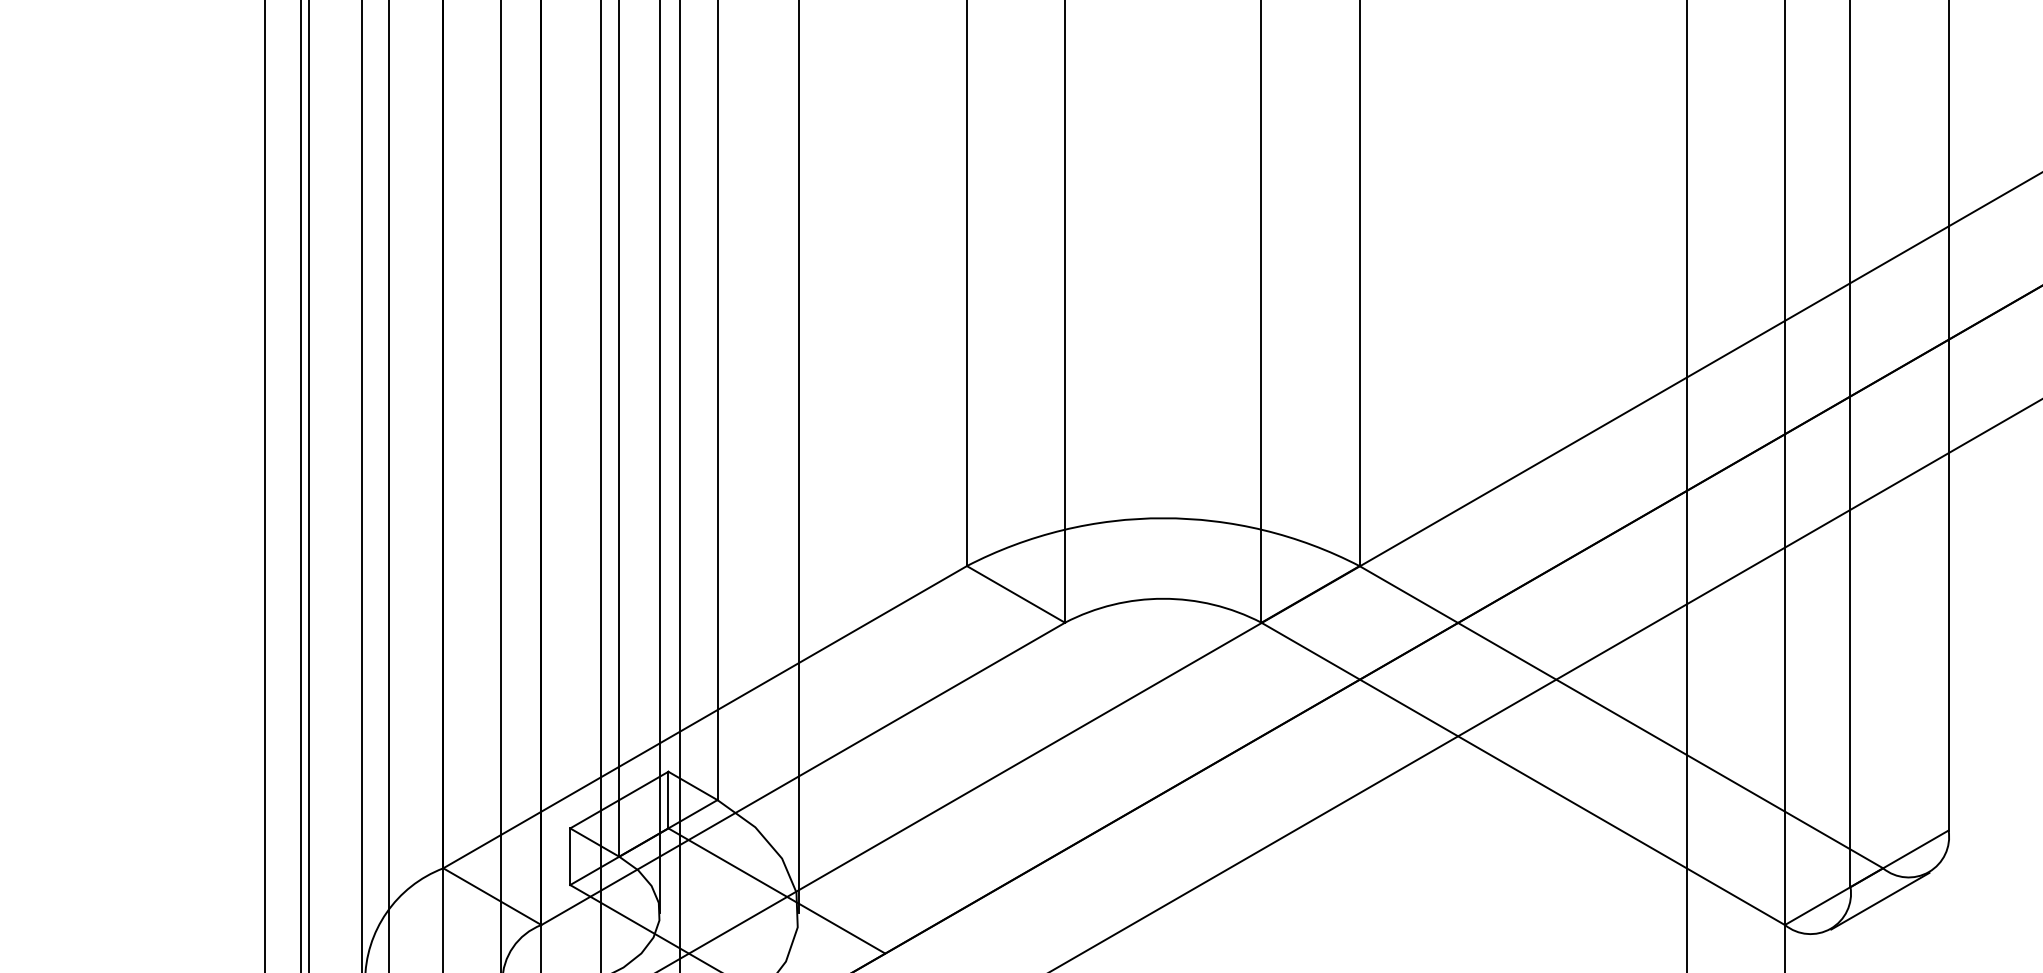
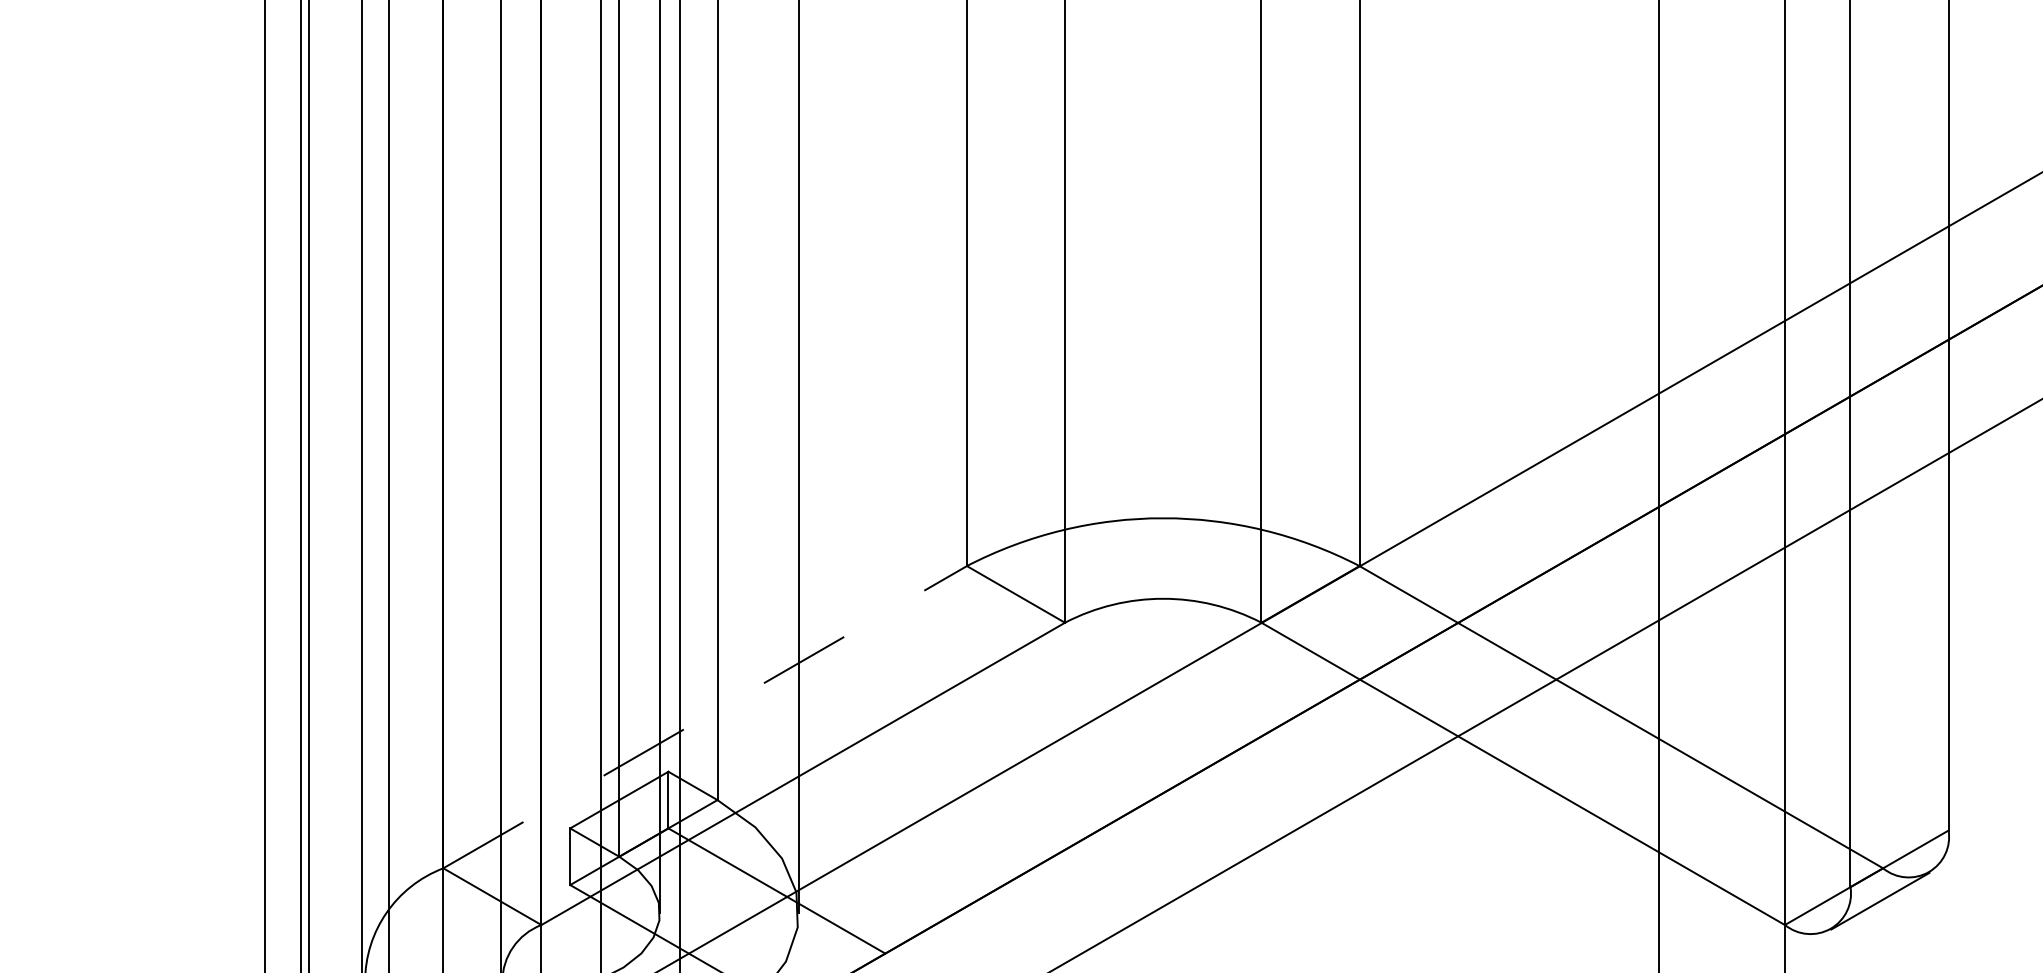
line at (1686, 485) position: (1686, 485) -> (1658, 485)
line at (705, 716): solid -> dashed
